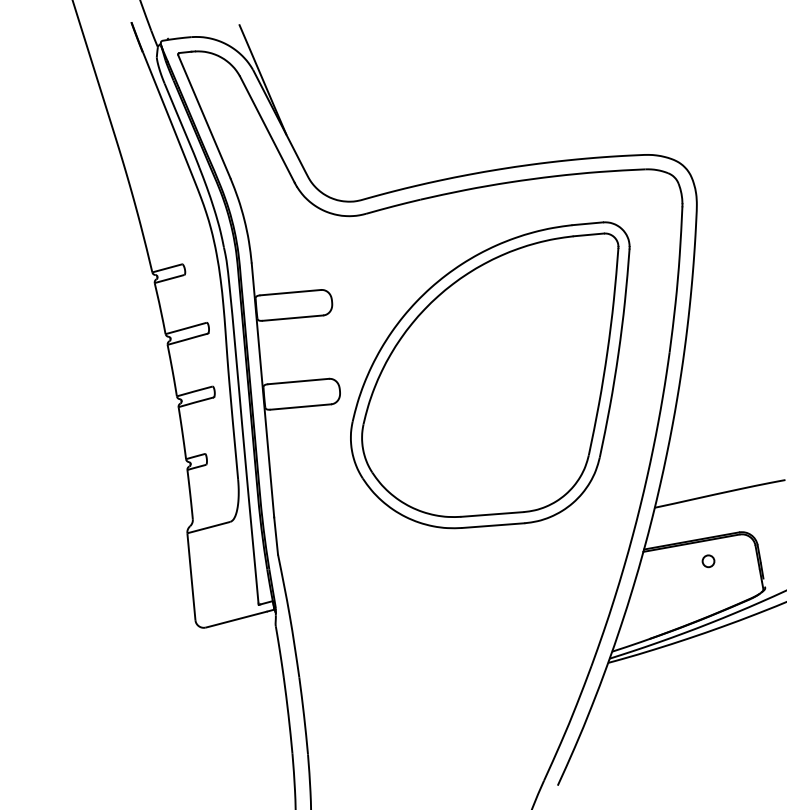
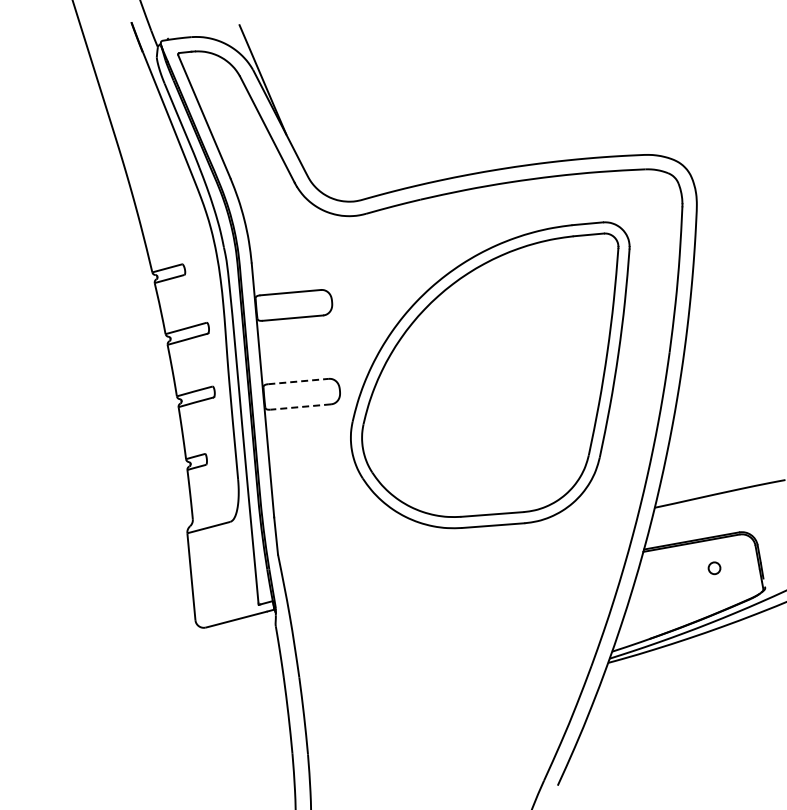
line at (299, 381): solid -> dashed
line at (300, 407): solid -> dashed
circle at (708, 561) position: (708, 561) -> (714, 568)
